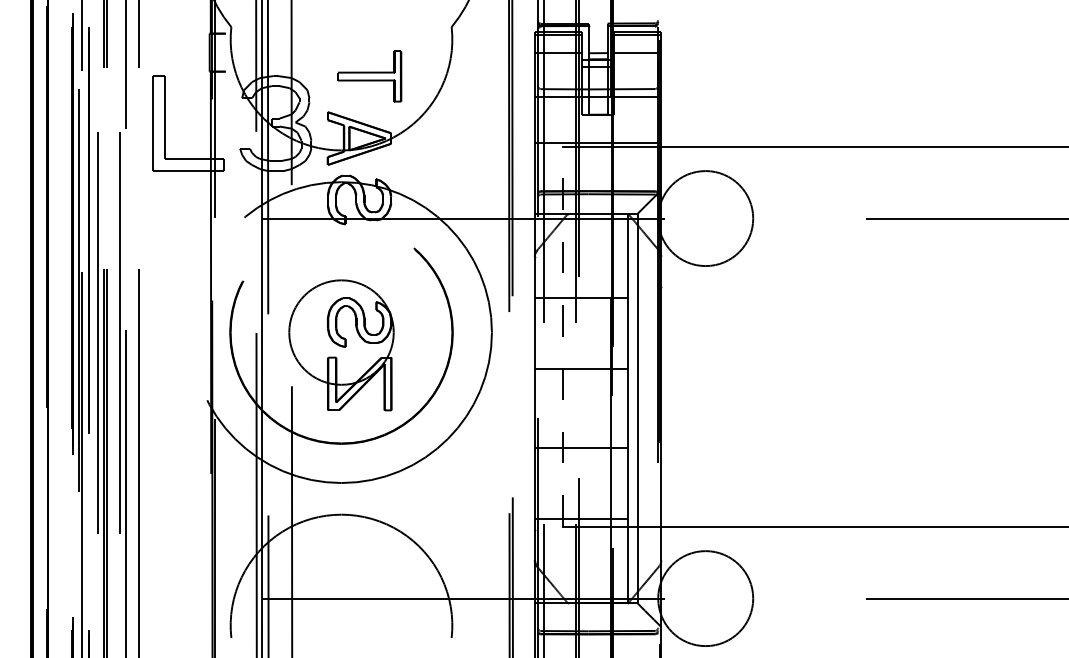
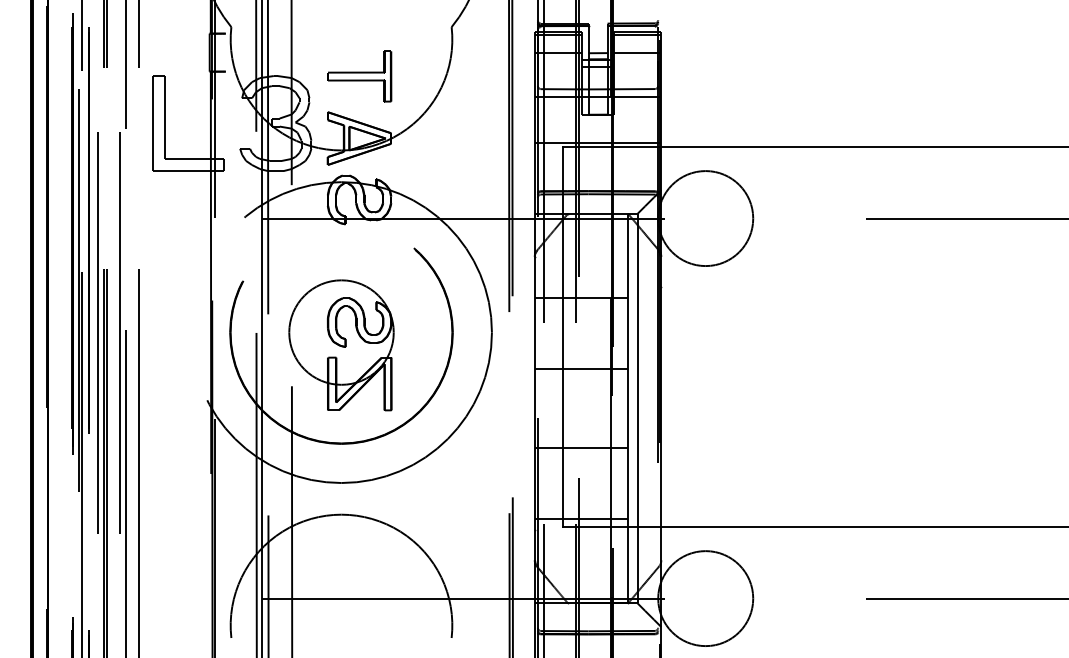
part at (369, 76) position: (369, 76) -> (359, 76)
line at (563, 336): dashed -> solid
